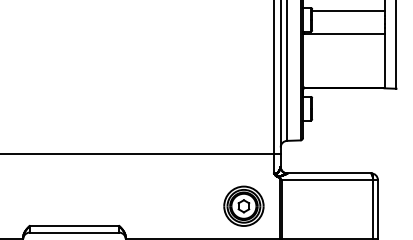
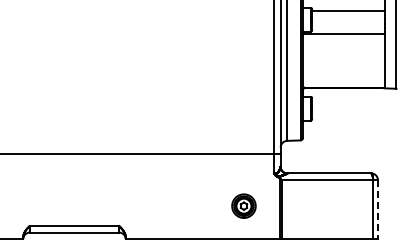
part at (243, 205) size: 42x42 px -> 26x26 px
line at (377, 209): solid -> dashed
